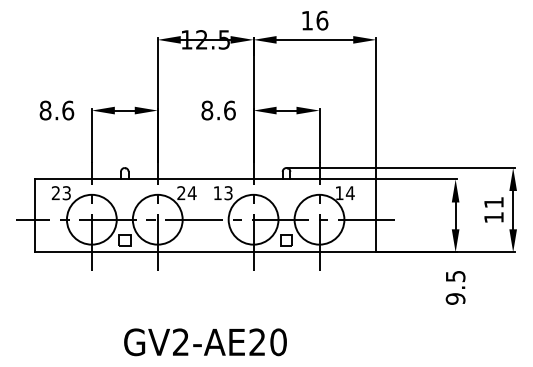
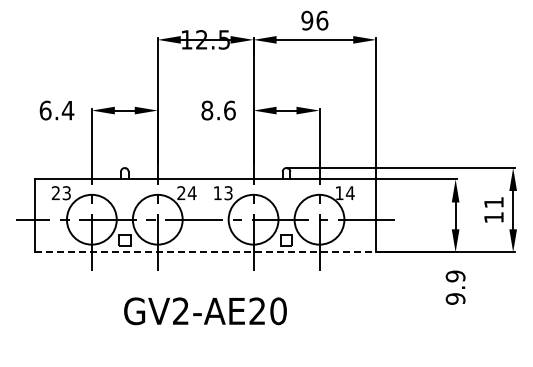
text at (307, 20): 16 -> 96
text at (56, 110): 8.6 -> 6.4
line at (205, 252): solid -> dashed
text at (455, 276): 9.5 -> 9.9
text at (205, 342) position: (205, 342) -> (205, 311)
